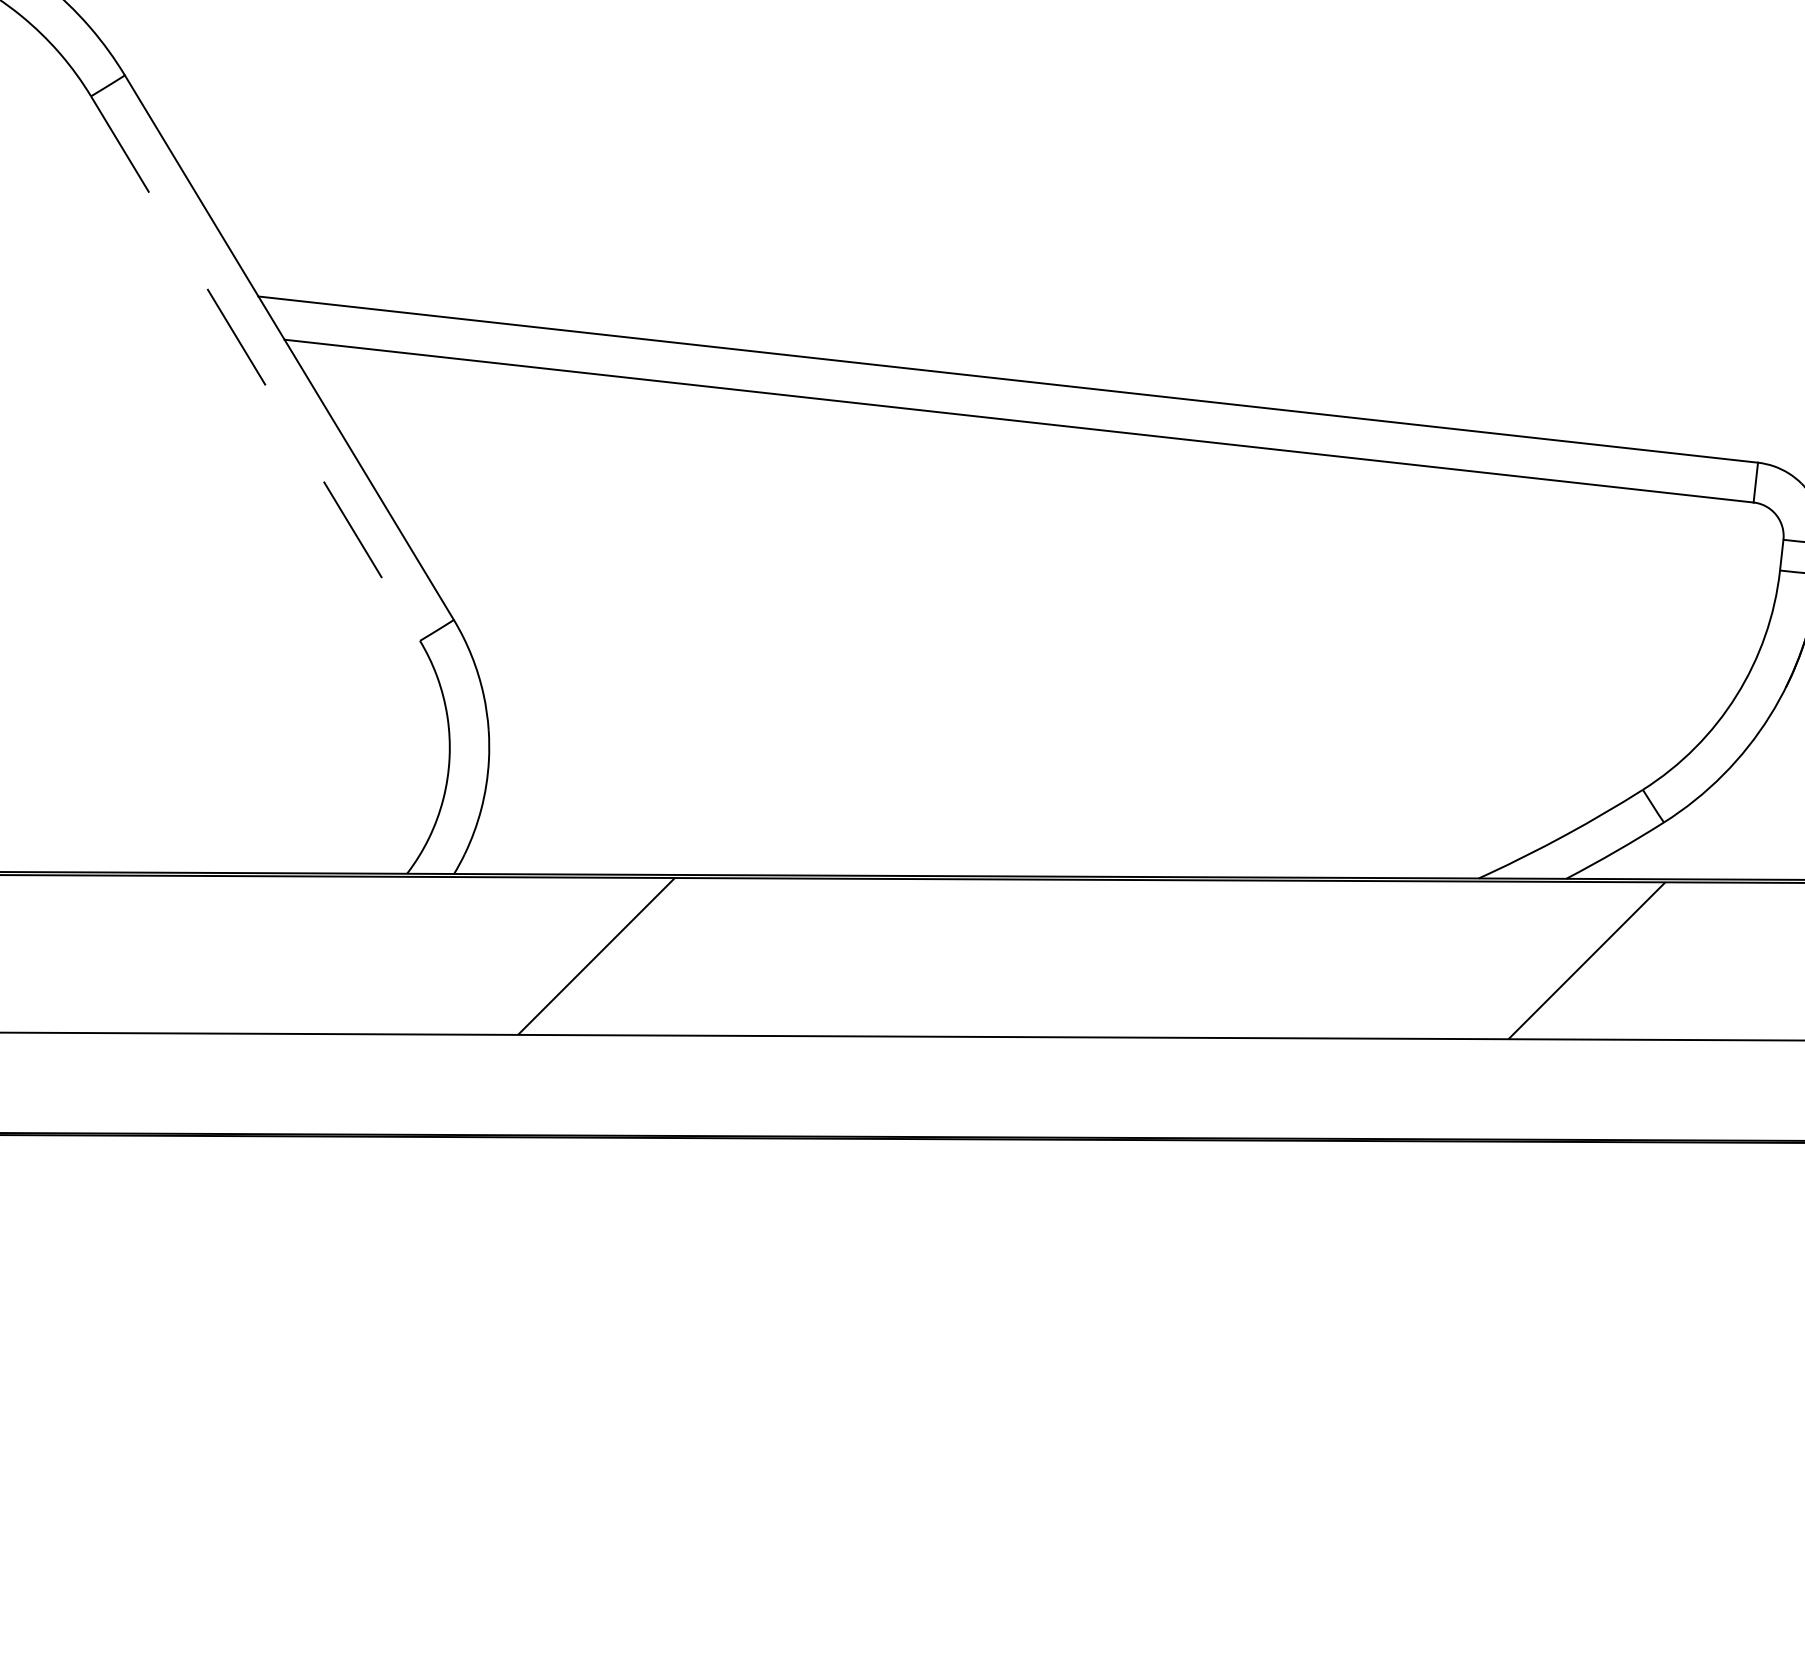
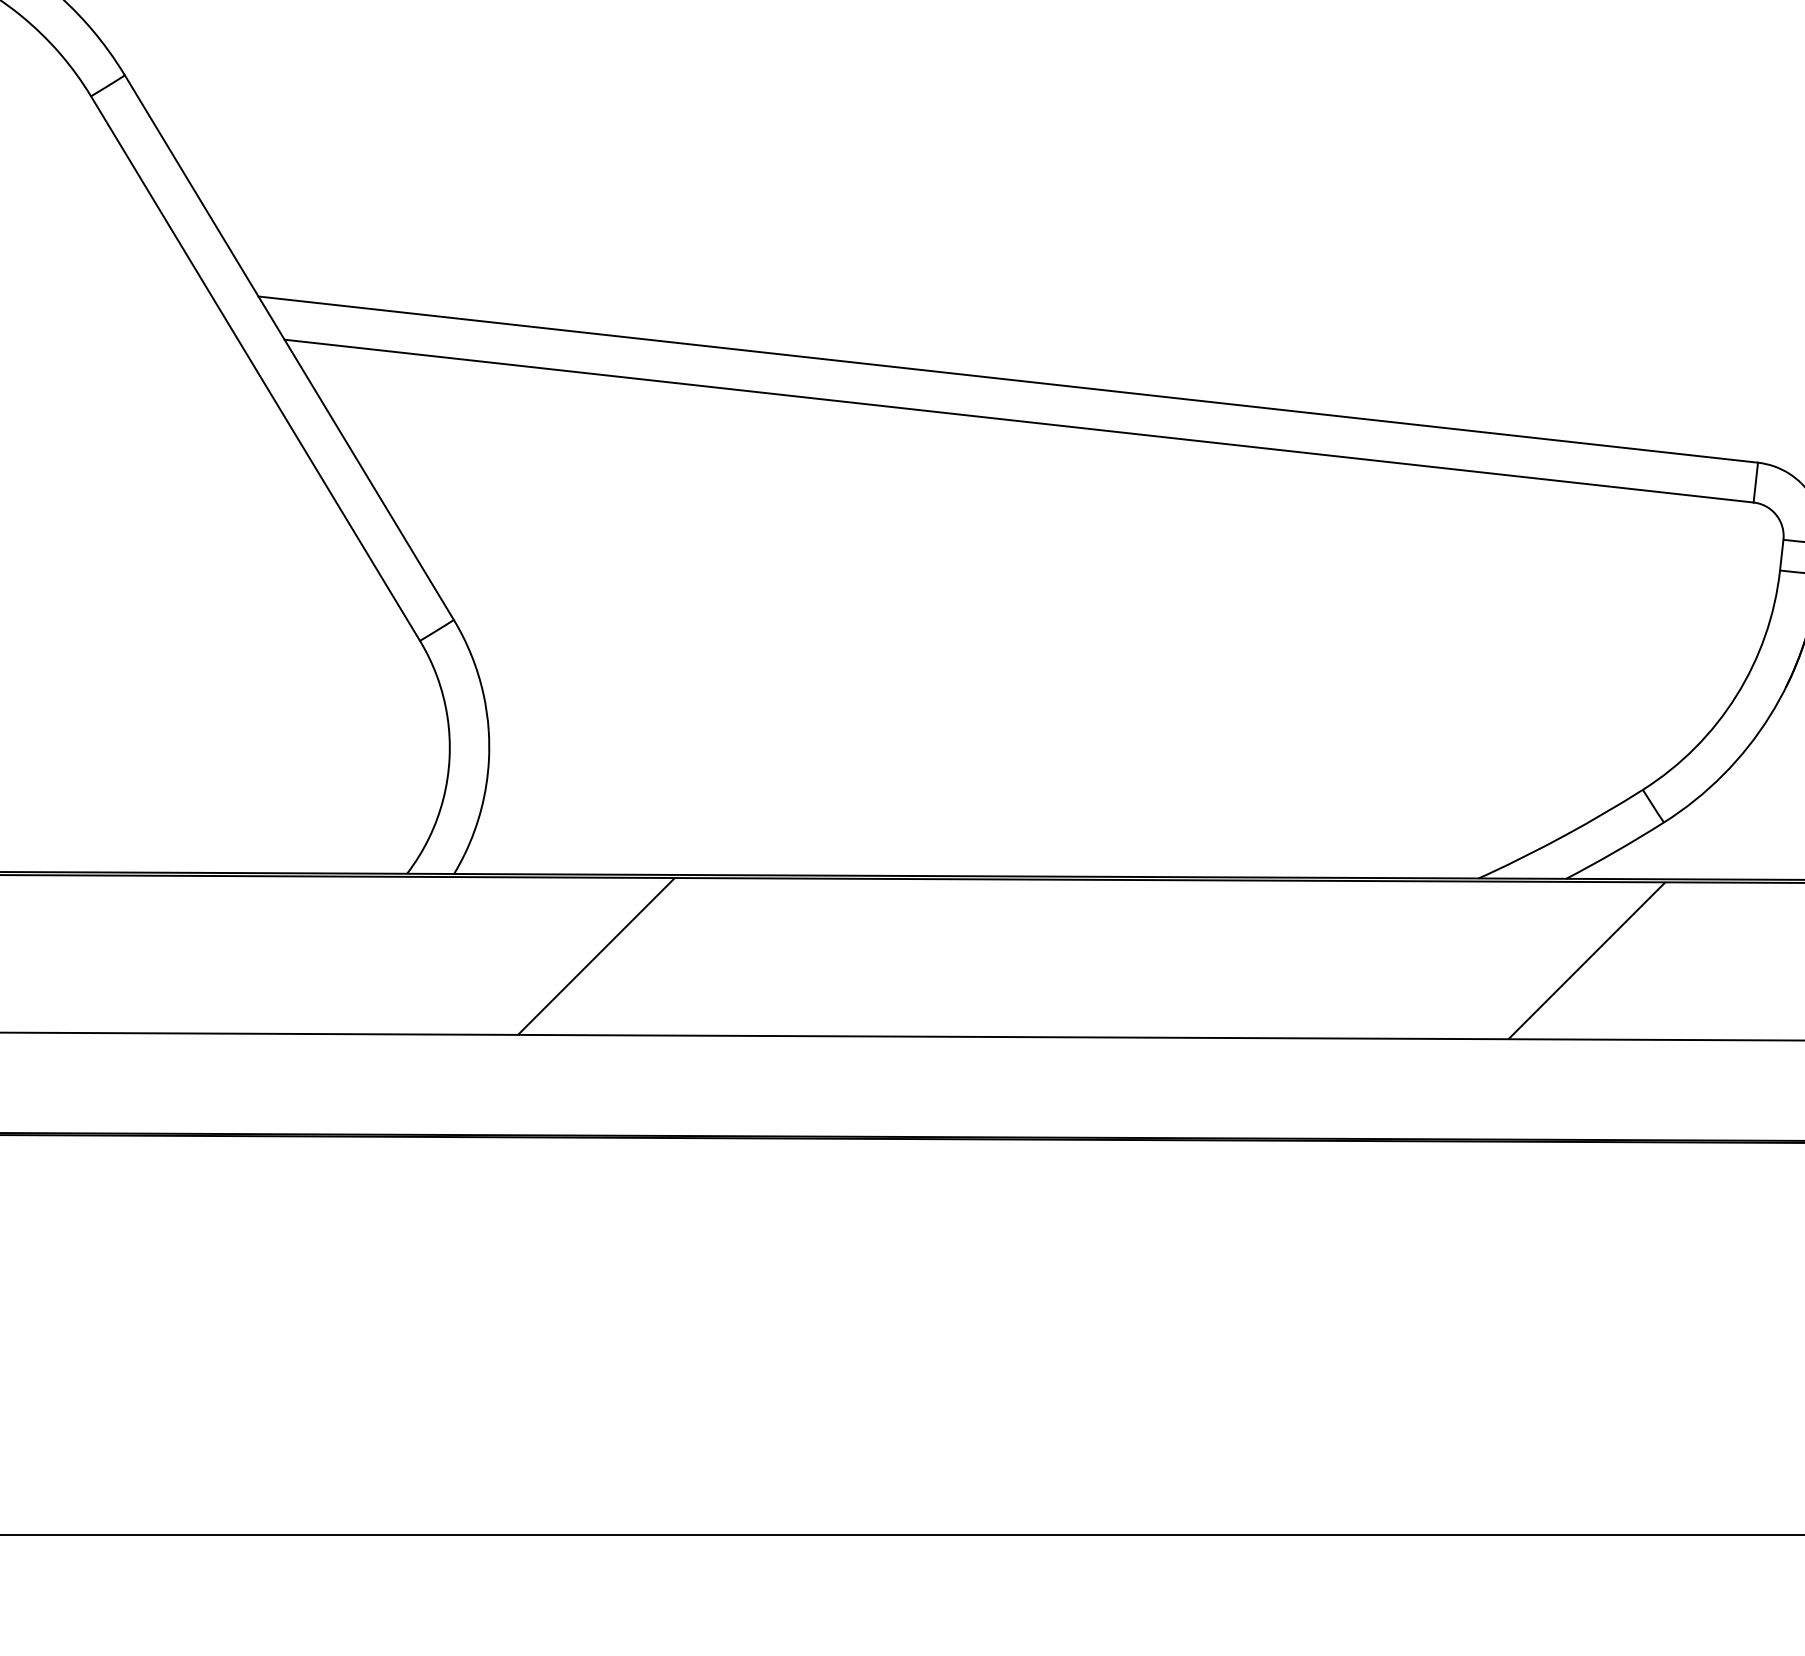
line at (255, 369): dashed -> solid
line at (901, 1534): none -> present
